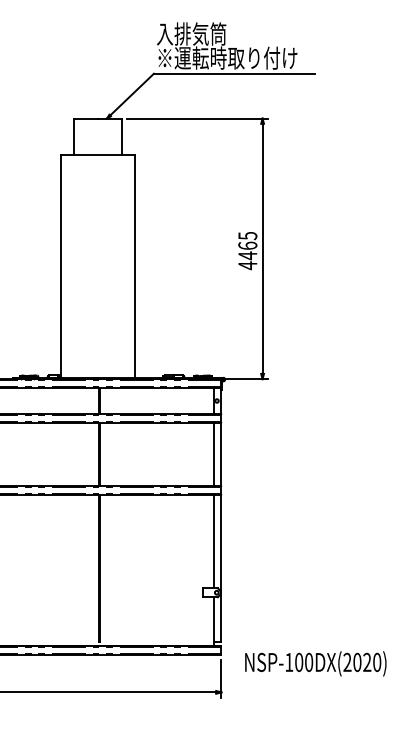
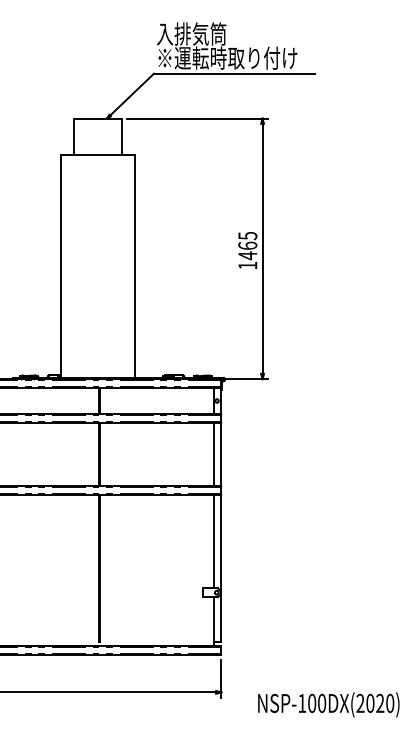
text at (247, 265): 4465 -> 1465
text at (315, 663) position: (315, 663) -> (328, 704)
